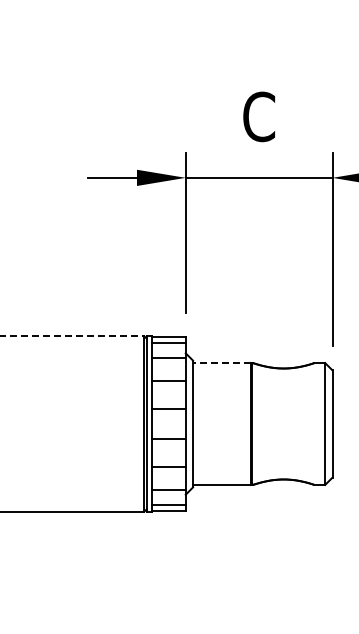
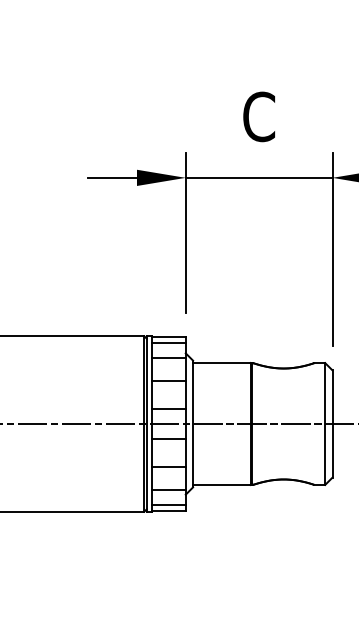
line at (72, 336): dashed -> solid
line at (221, 363): dashed -> solid
line at (178, 424): none -> present
